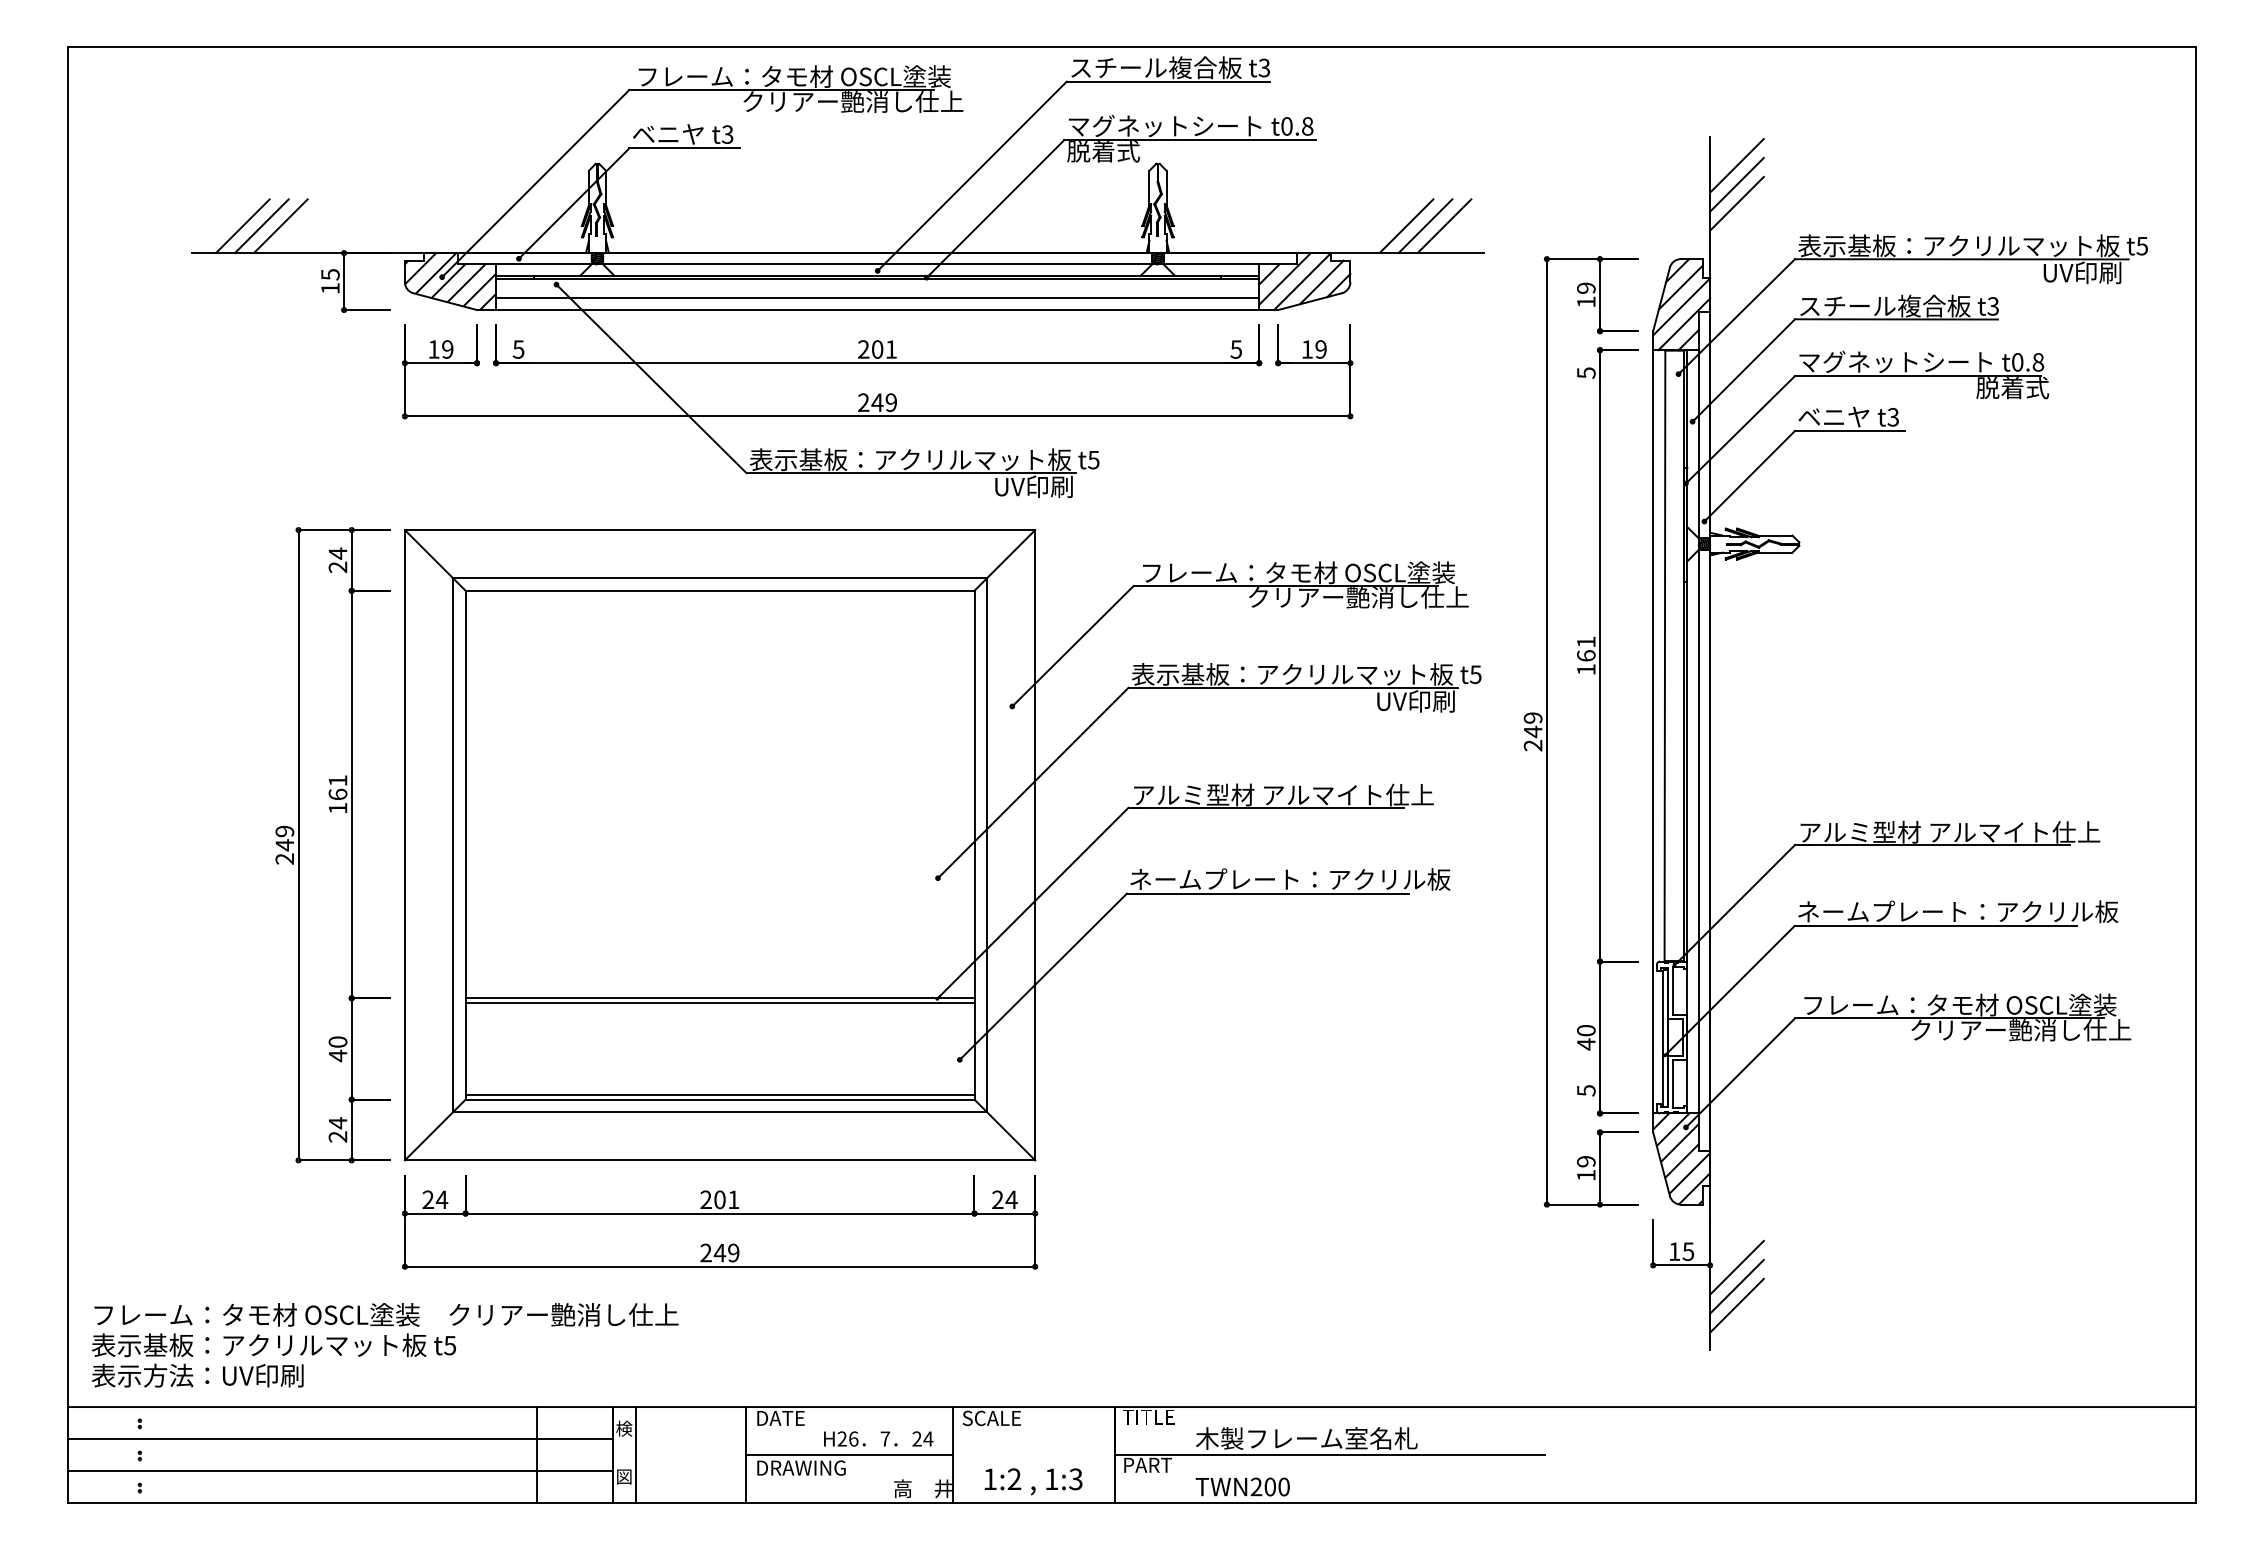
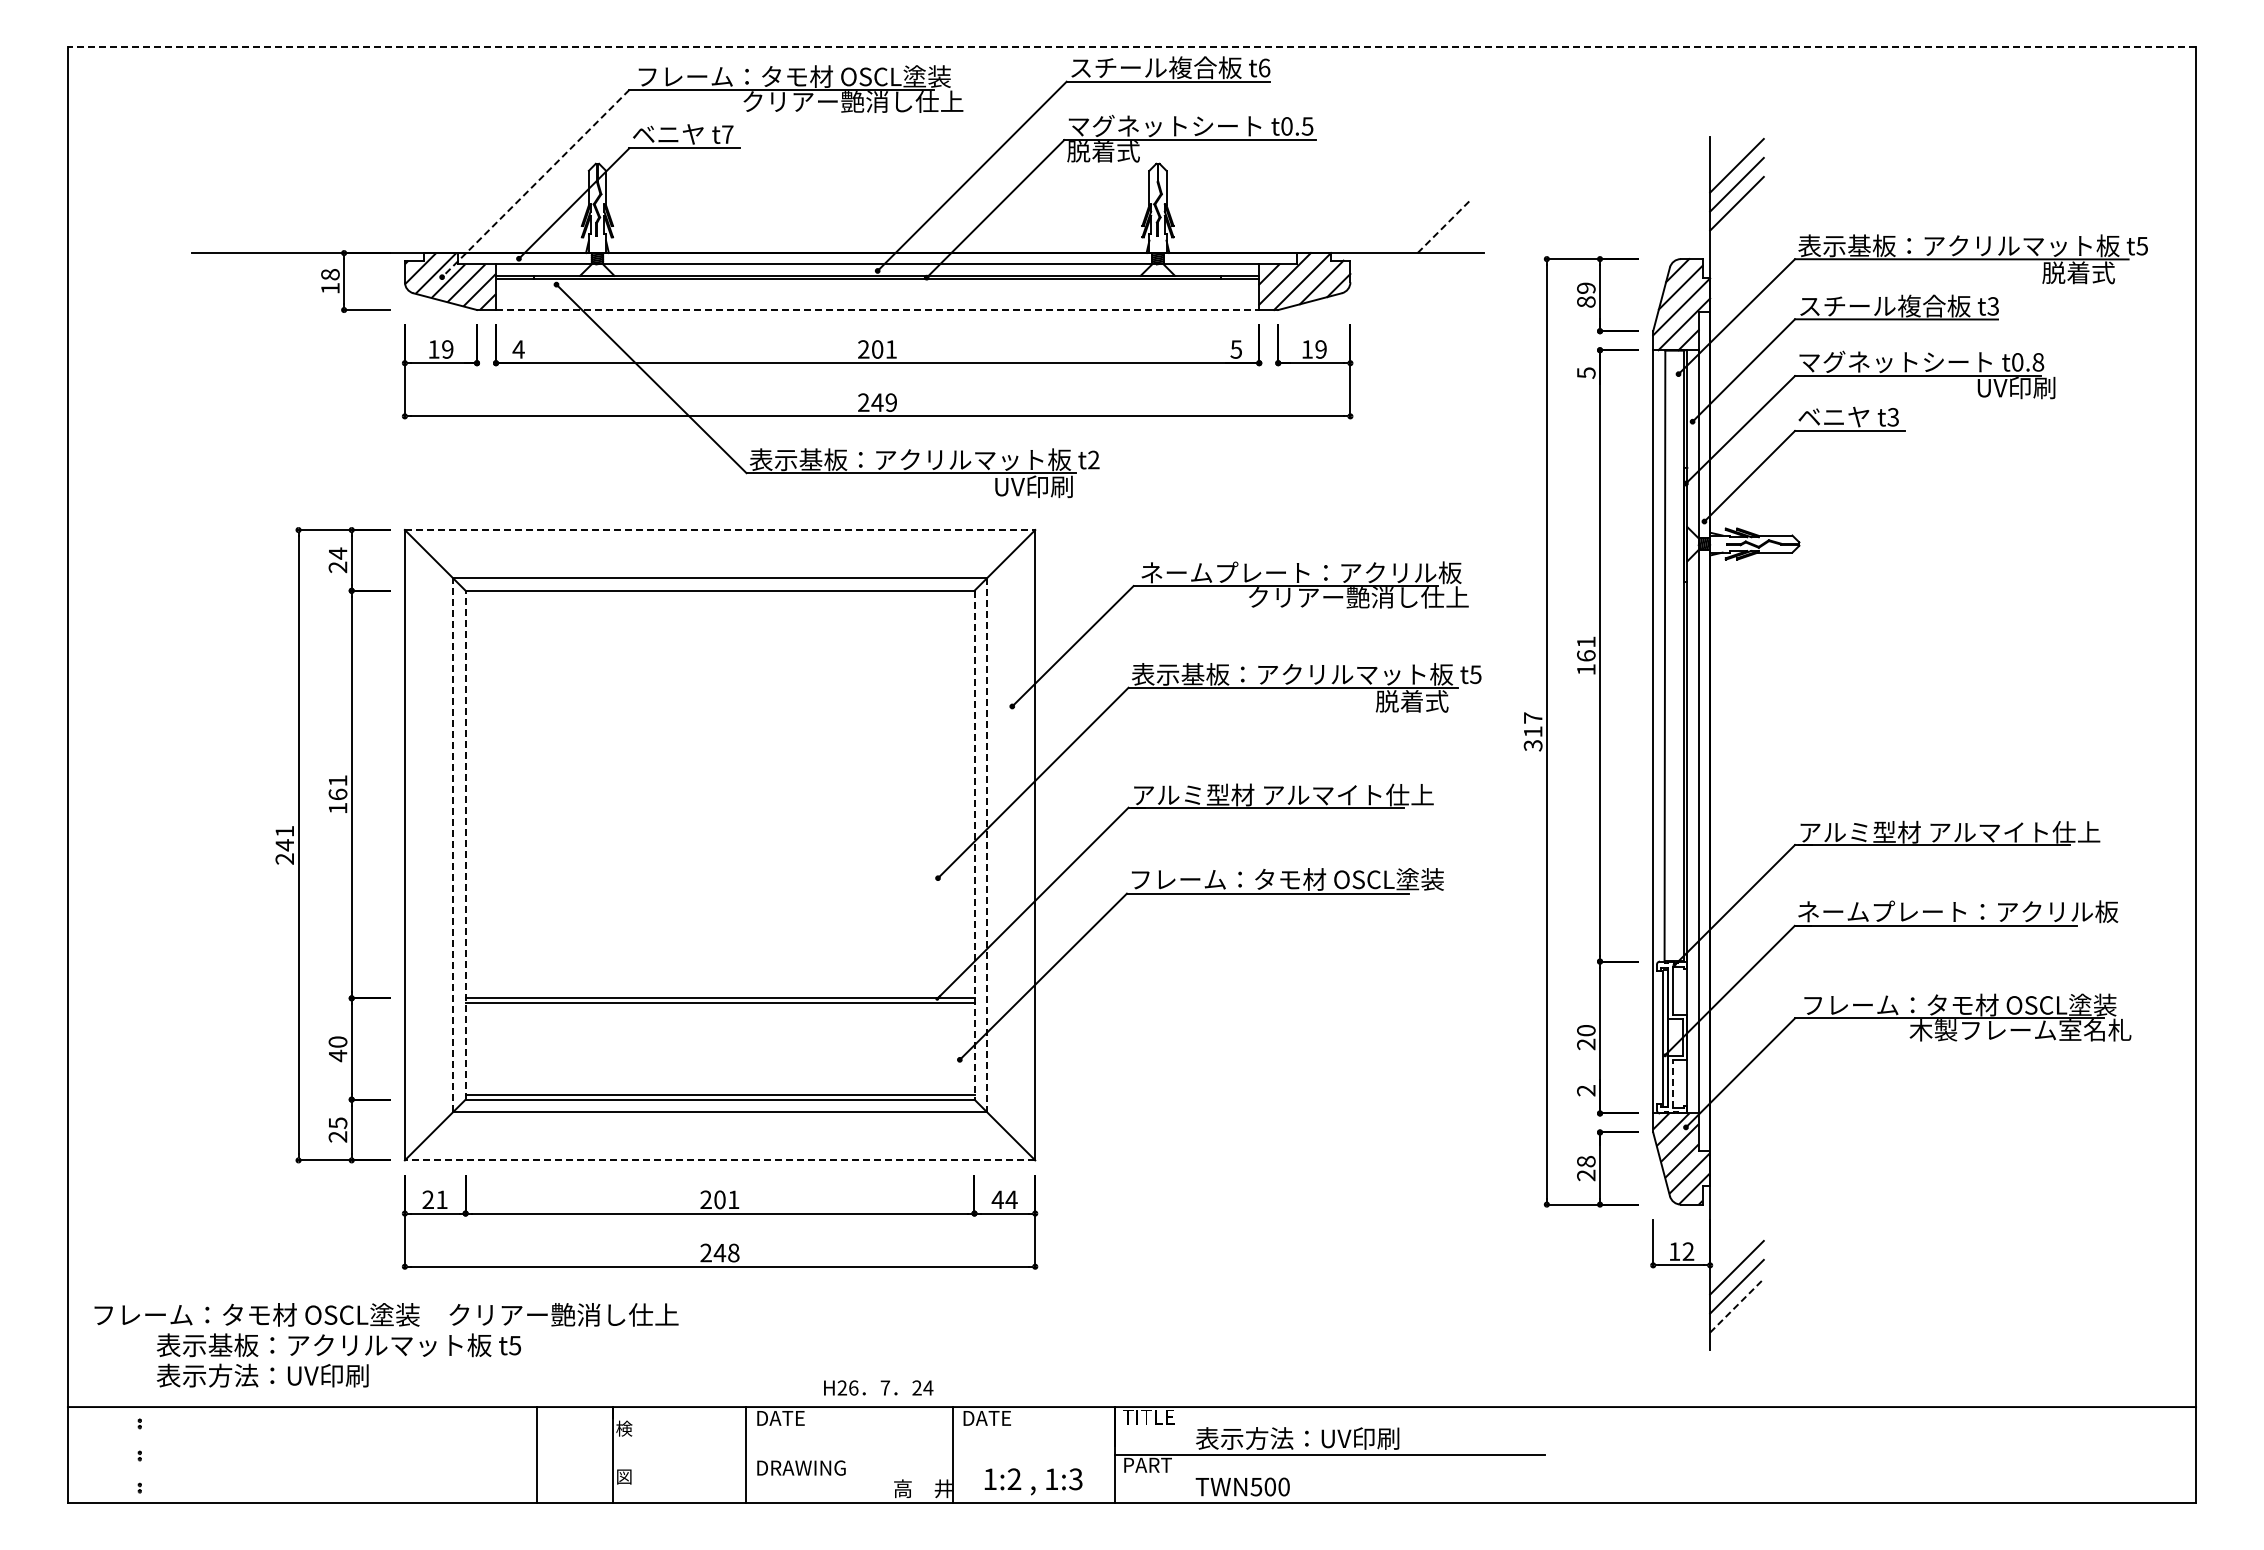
line at (1131, 46): solid -> dashed
text at (1264, 67): t3 -> t6
text at (1307, 126): t0.8 -> t0.5
text at (727, 134): t3 -> t7
line at (535, 183): solid -> dashed
line at (242, 226): present -> none
line at (261, 226): present -> none
line at (280, 226): present -> none
line at (1406, 226): present -> none
line at (1425, 226): present -> none
line at (1444, 226): solid -> dashed
text at (2081, 272): UV印刷 -> 脱着式
text at (330, 274): 15 -> 18
line at (877, 297): present -> none
text at (1586, 301): 19 -> 89
line at (877, 310): solid -> dashed
text at (518, 349): 5 -> 4
text at (2015, 387): 脱着式 -> UV印刷
text at (1093, 459): t5 -> t2
line at (720, 530): solid -> dashed
text at (1301, 572): フレーム：タモ材 OSCL塗装 -> ネームプレート：アクリル板
text at (1414, 701): UV印刷 -> 脱着式
text at (1532, 731): 249 -> 317
text at (284, 831): 249 -> 241
line at (453, 844): solid -> dashed
line at (465, 844): solid -> dashed
line at (974, 845): solid -> dashed
line at (987, 845): solid -> dashed
text at (1290, 879): ネームプレート：アクリル板 -> フレーム：タモ材 OSCL塗装
text at (2020, 1029): クリアー艶消し仕上 -> 木製フレーム室名札
text at (1586, 1044): 40 -> 20
line at (1672, 1084): solid -> dashed
text at (1586, 1090): 5 -> 2
text at (338, 1123): 24 -> 25
line at (719, 1160): solid -> dashed
text at (1586, 1168): 19 -> 28
text at (441, 1199): 24 -> 21
text at (997, 1199): 24 -> 44
text at (1688, 1251): 15 -> 12
text at (733, 1252): 249 -> 248
line at (1736, 1305): solid -> dashed
text at (273, 1360) position: (273, 1360) -> (338, 1360)
text at (991, 1418): SCALE -> DATE
text at (878, 1438) position: (878, 1438) -> (878, 1387)
text at (1306, 1438): 木製フレーム室名札 -> 表示方法：UV印刷
line at (339, 1439): present -> none
line at (635, 1455): present -> none
line at (848, 1455): present -> none
line at (339, 1471): present -> none
text at (1256, 1486): TWN200 -> TWN500
